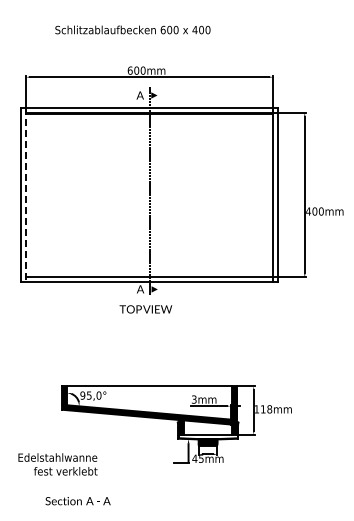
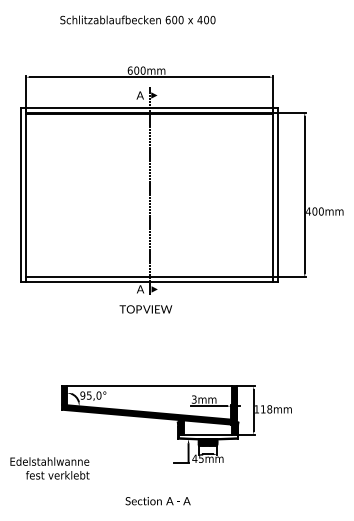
text at (132, 29) position: (132, 29) -> (137, 19)
line at (26, 195): dashed -> solid
text at (57, 464) position: (57, 464) -> (49, 468)
text at (77, 501) position: (77, 501) -> (157, 501)
